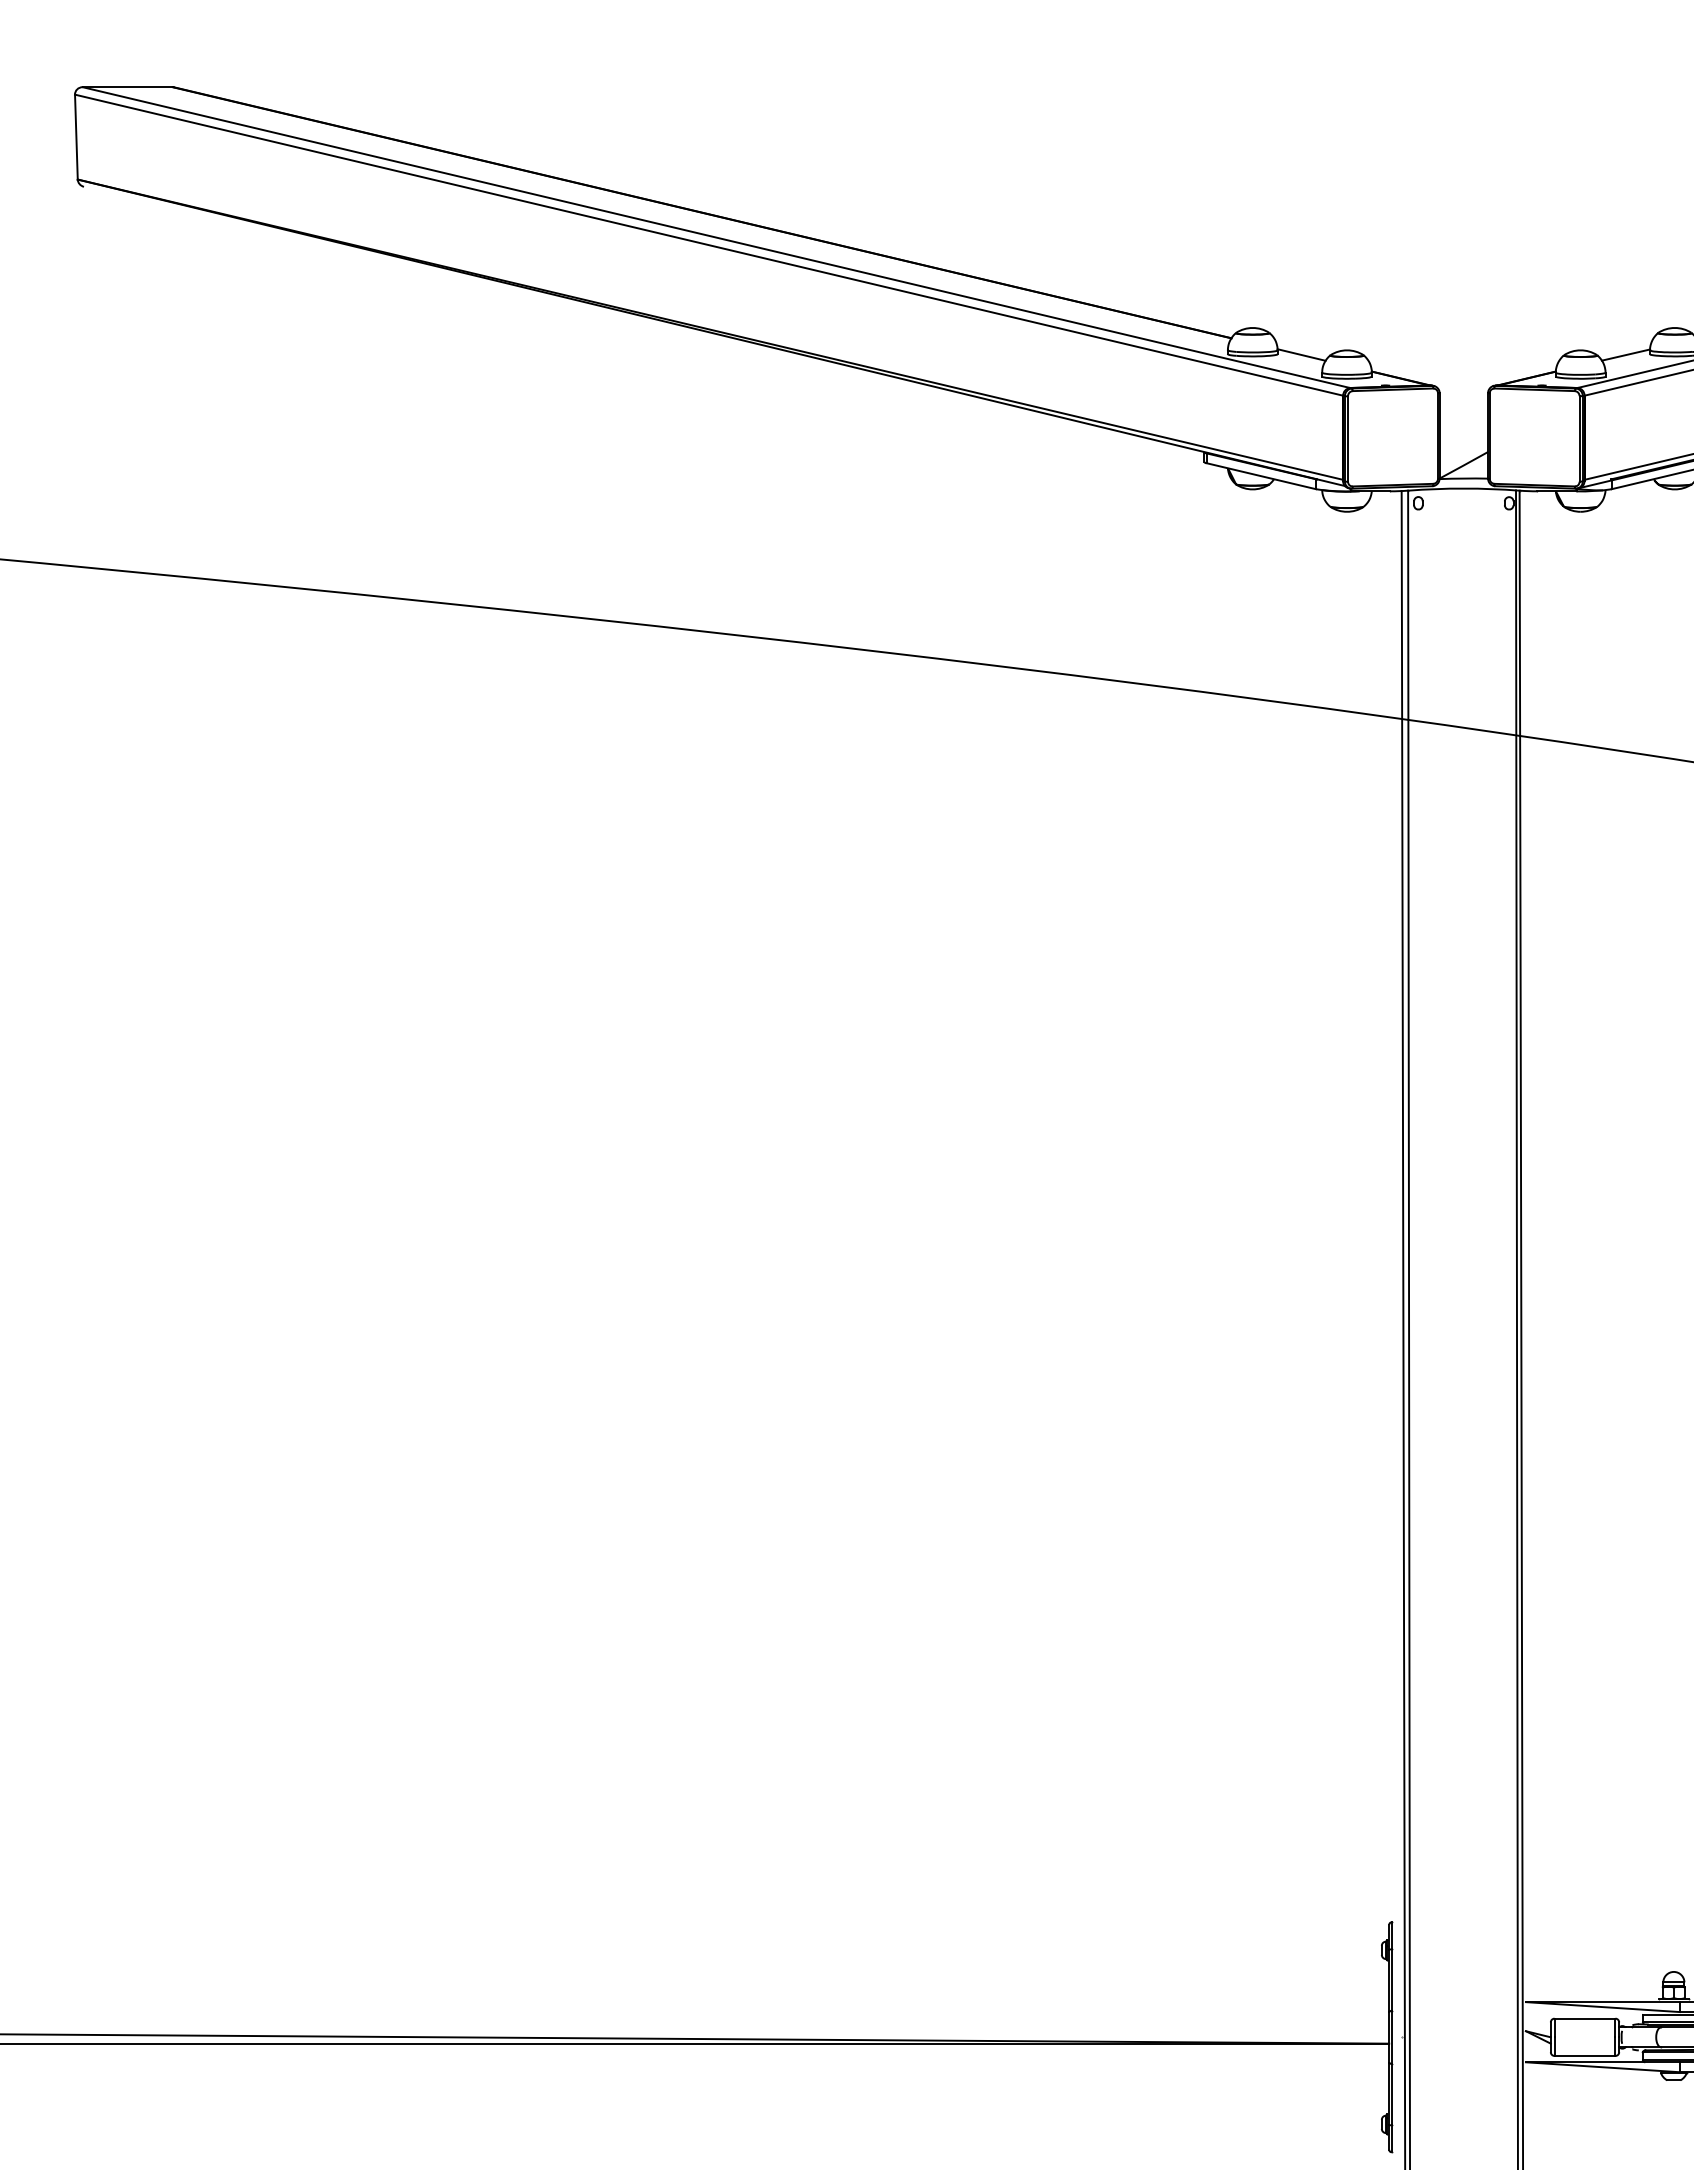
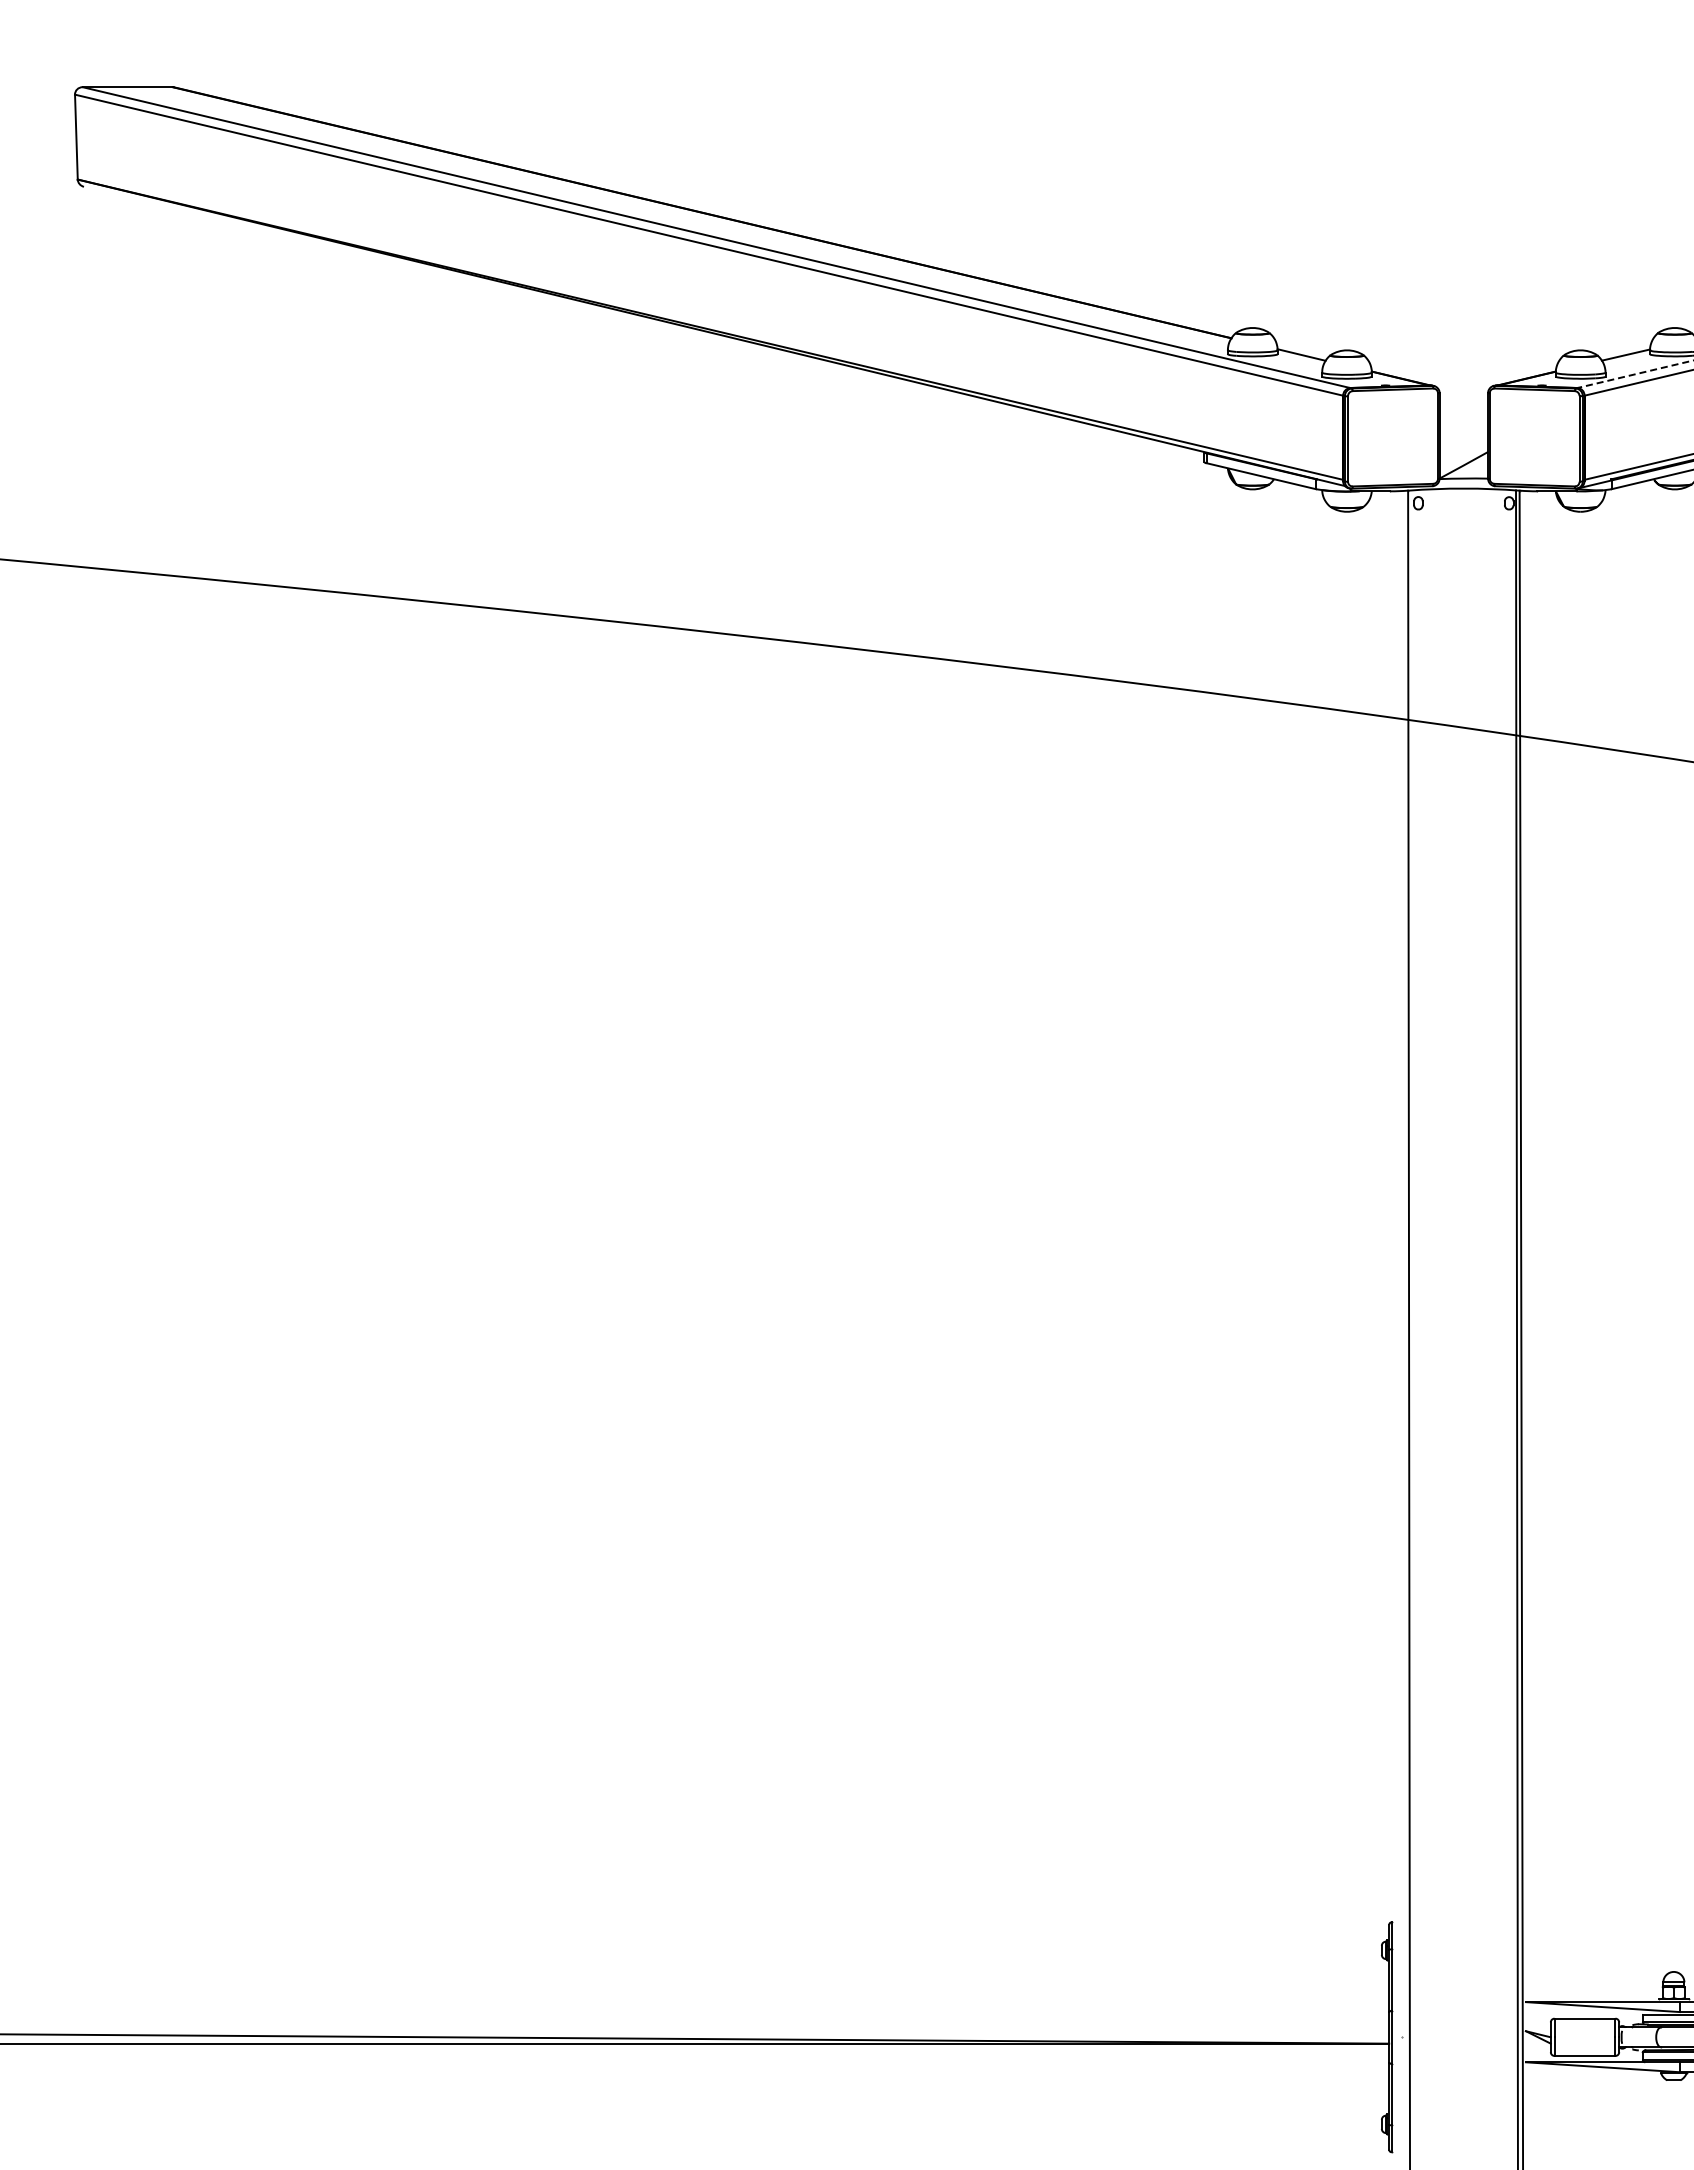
line at (1634, 374): solid -> dashed
line at (1403, 1328): present -> none
